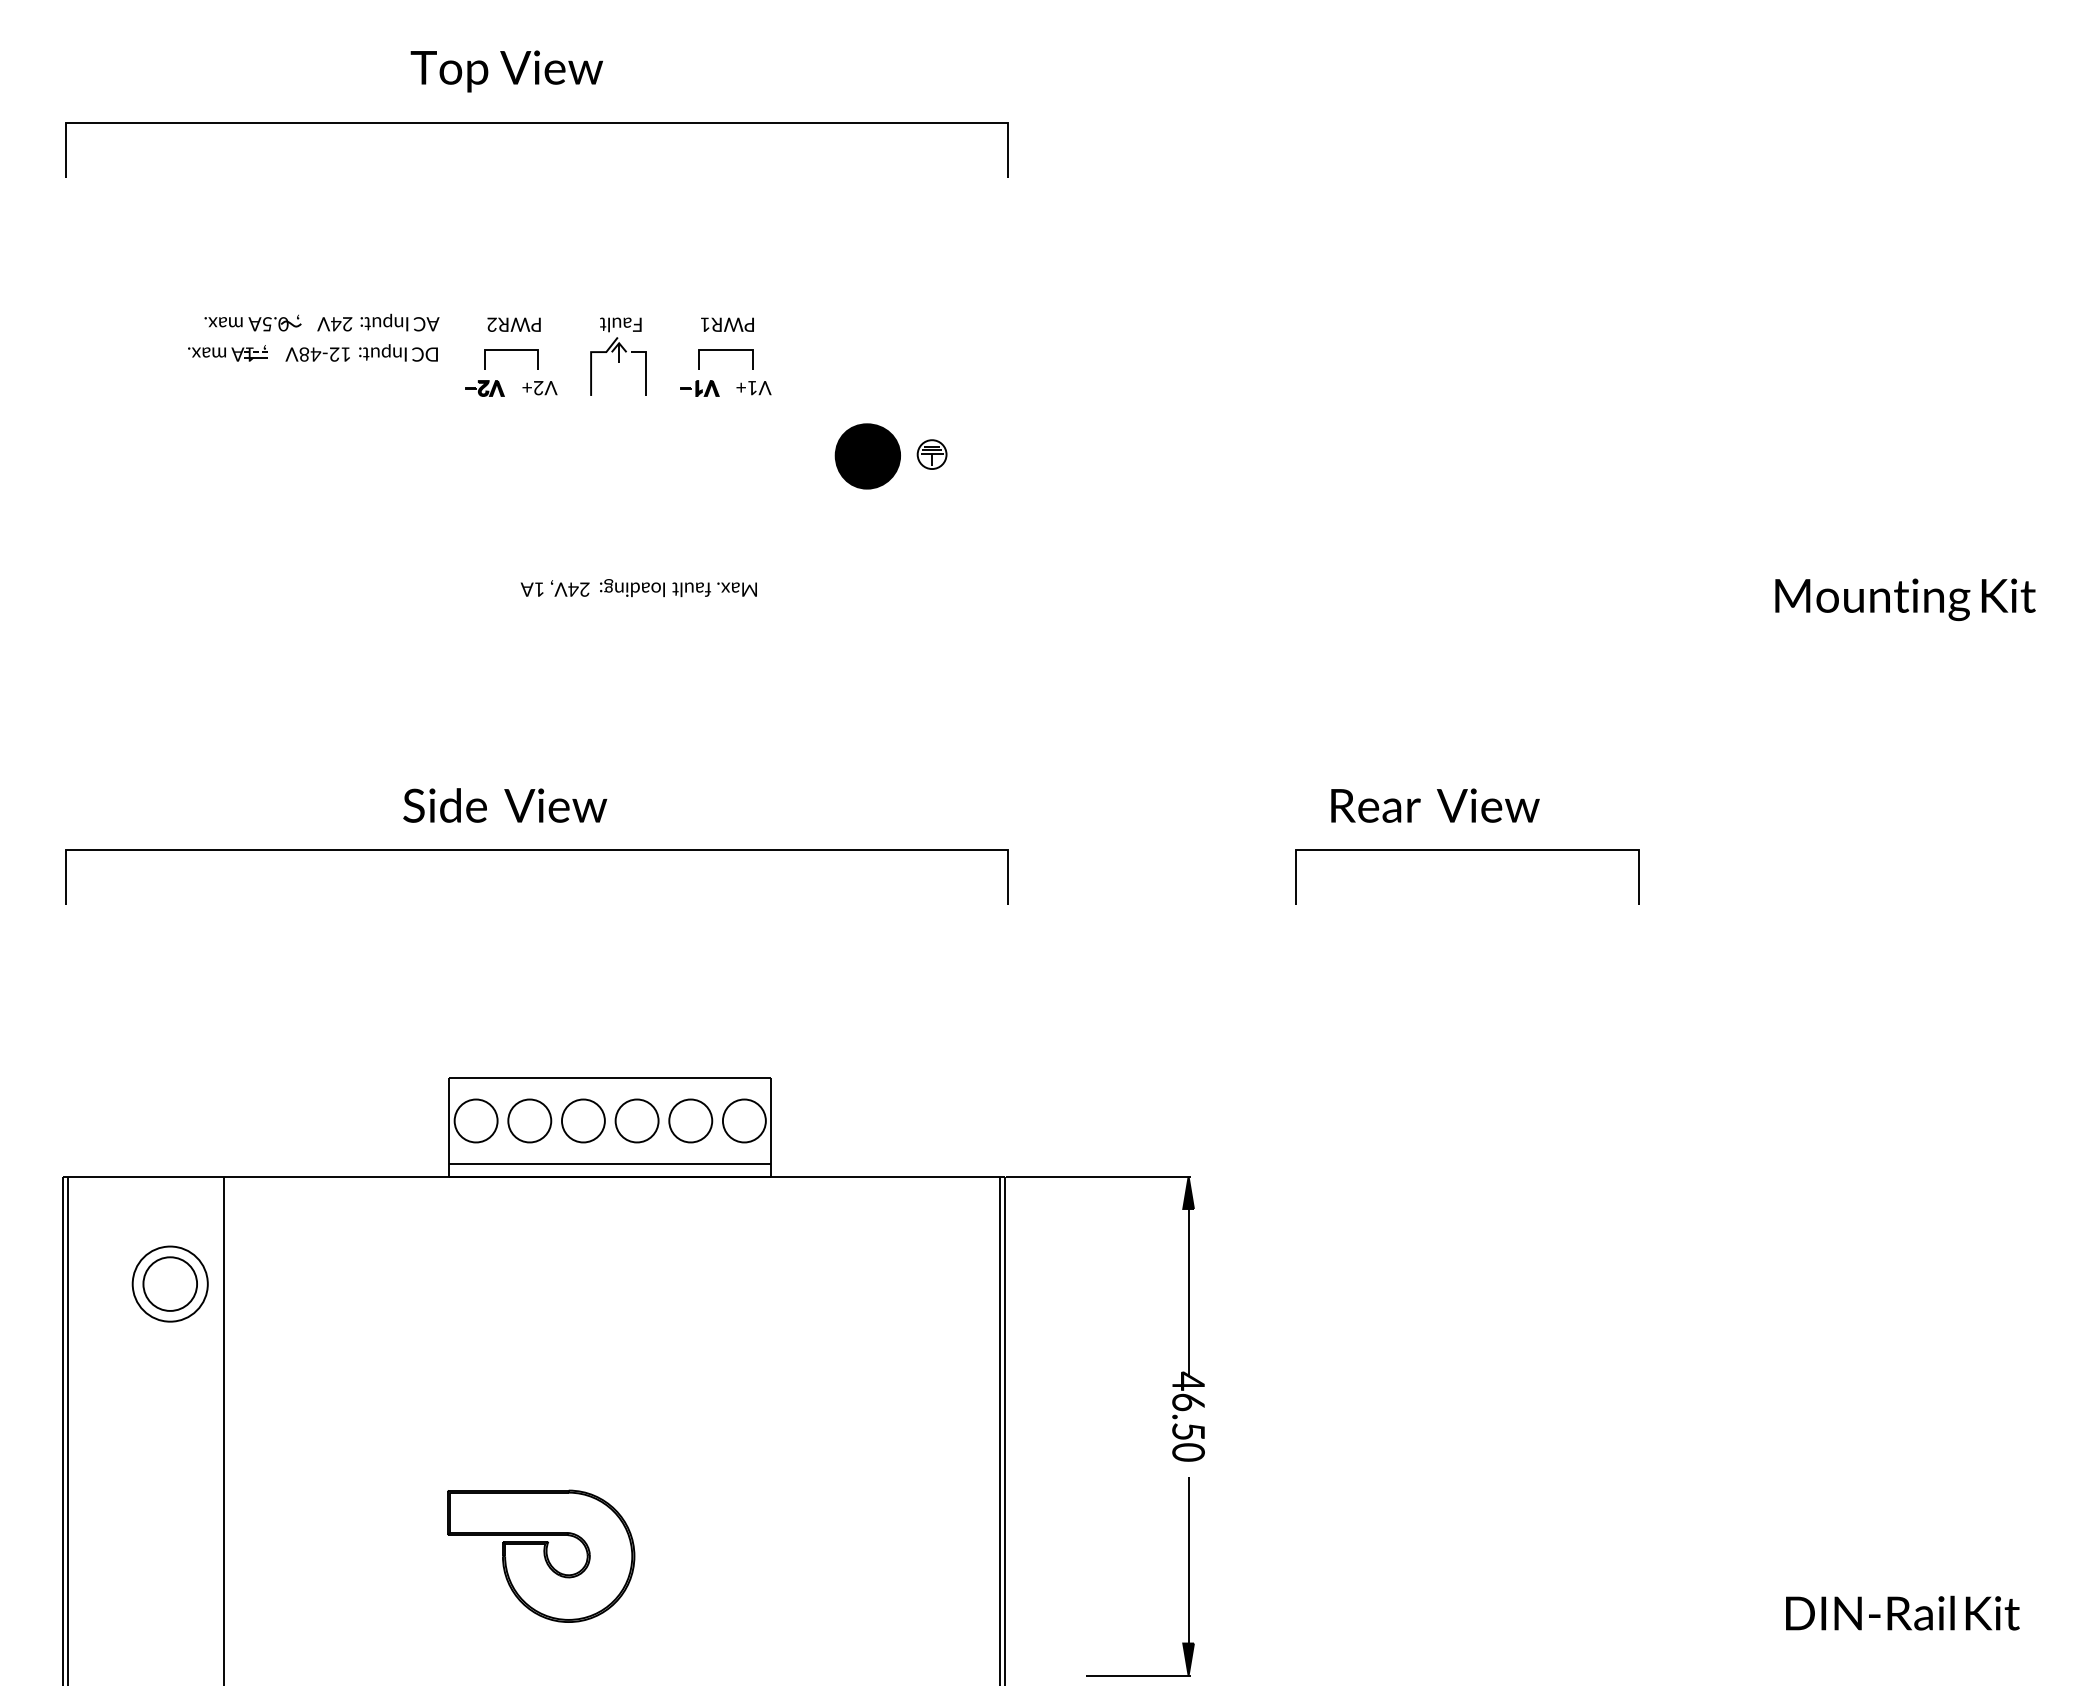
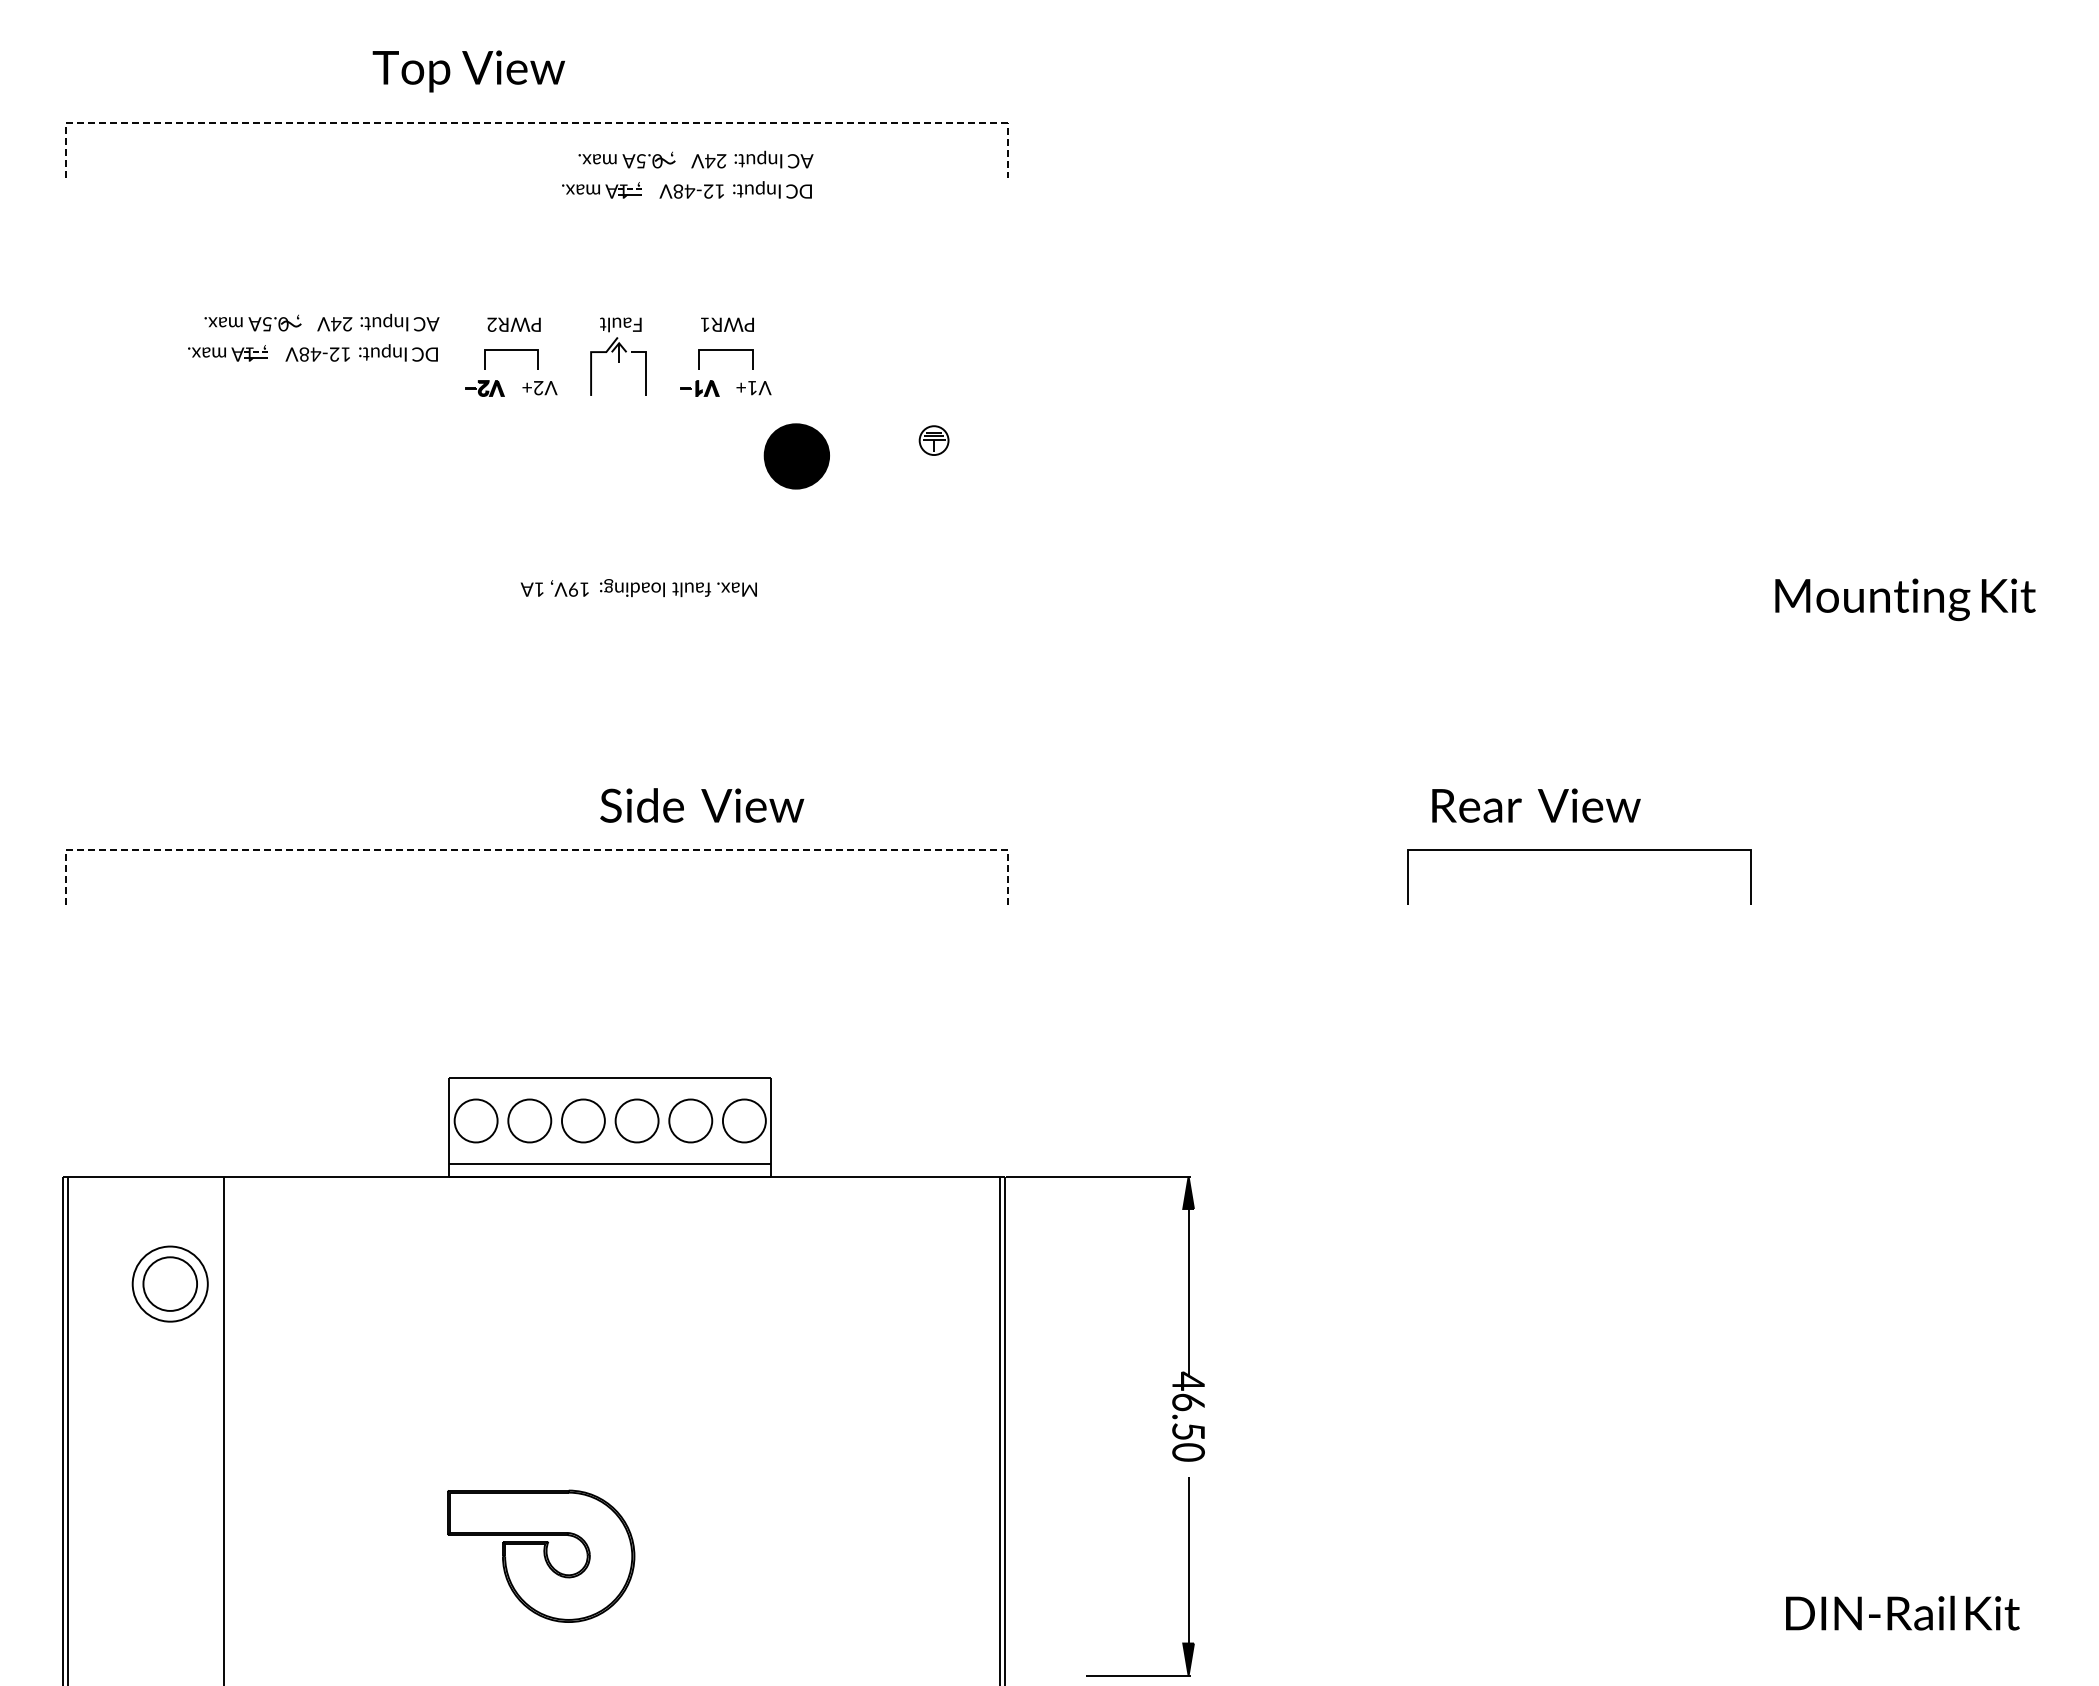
text at (506, 71) position: (506, 71) -> (468, 71)
line at (537, 123): solid -> dashed
part at (691, 168): none -> present
part at (931, 454) position: (931, 454) -> (933, 440)
part at (867, 456) position: (867, 456) -> (796, 456)
text at (578, 589): 24V, -> 19V,
text at (505, 805) position: (505, 805) -> (702, 805)
text at (1435, 805) position: (1435, 805) -> (1536, 805)
line at (537, 849): solid -> dashed
line at (1467, 850) position: (1467, 850) -> (1579, 850)
